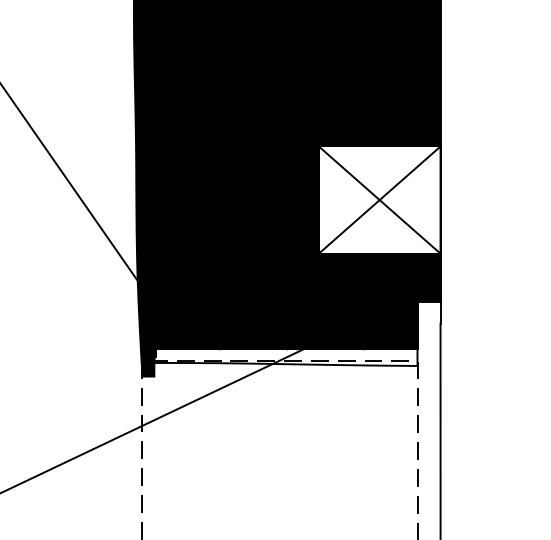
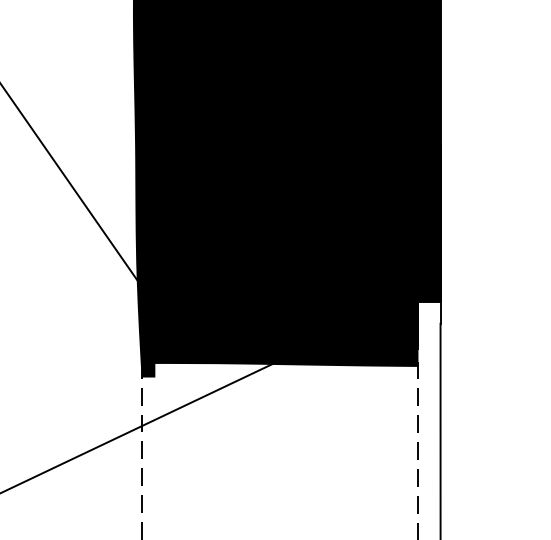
fill at (379, 199): none -> present
fill at (285, 357): none -> present
